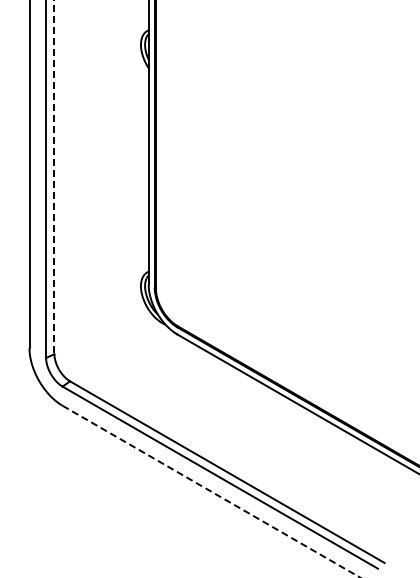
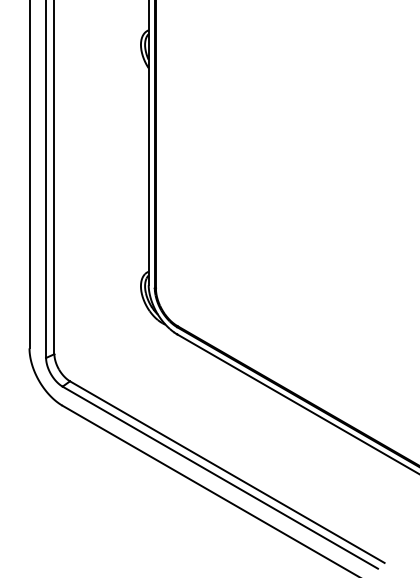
line at (54, 176): dashed -> solid
line at (212, 492): dashed -> solid
